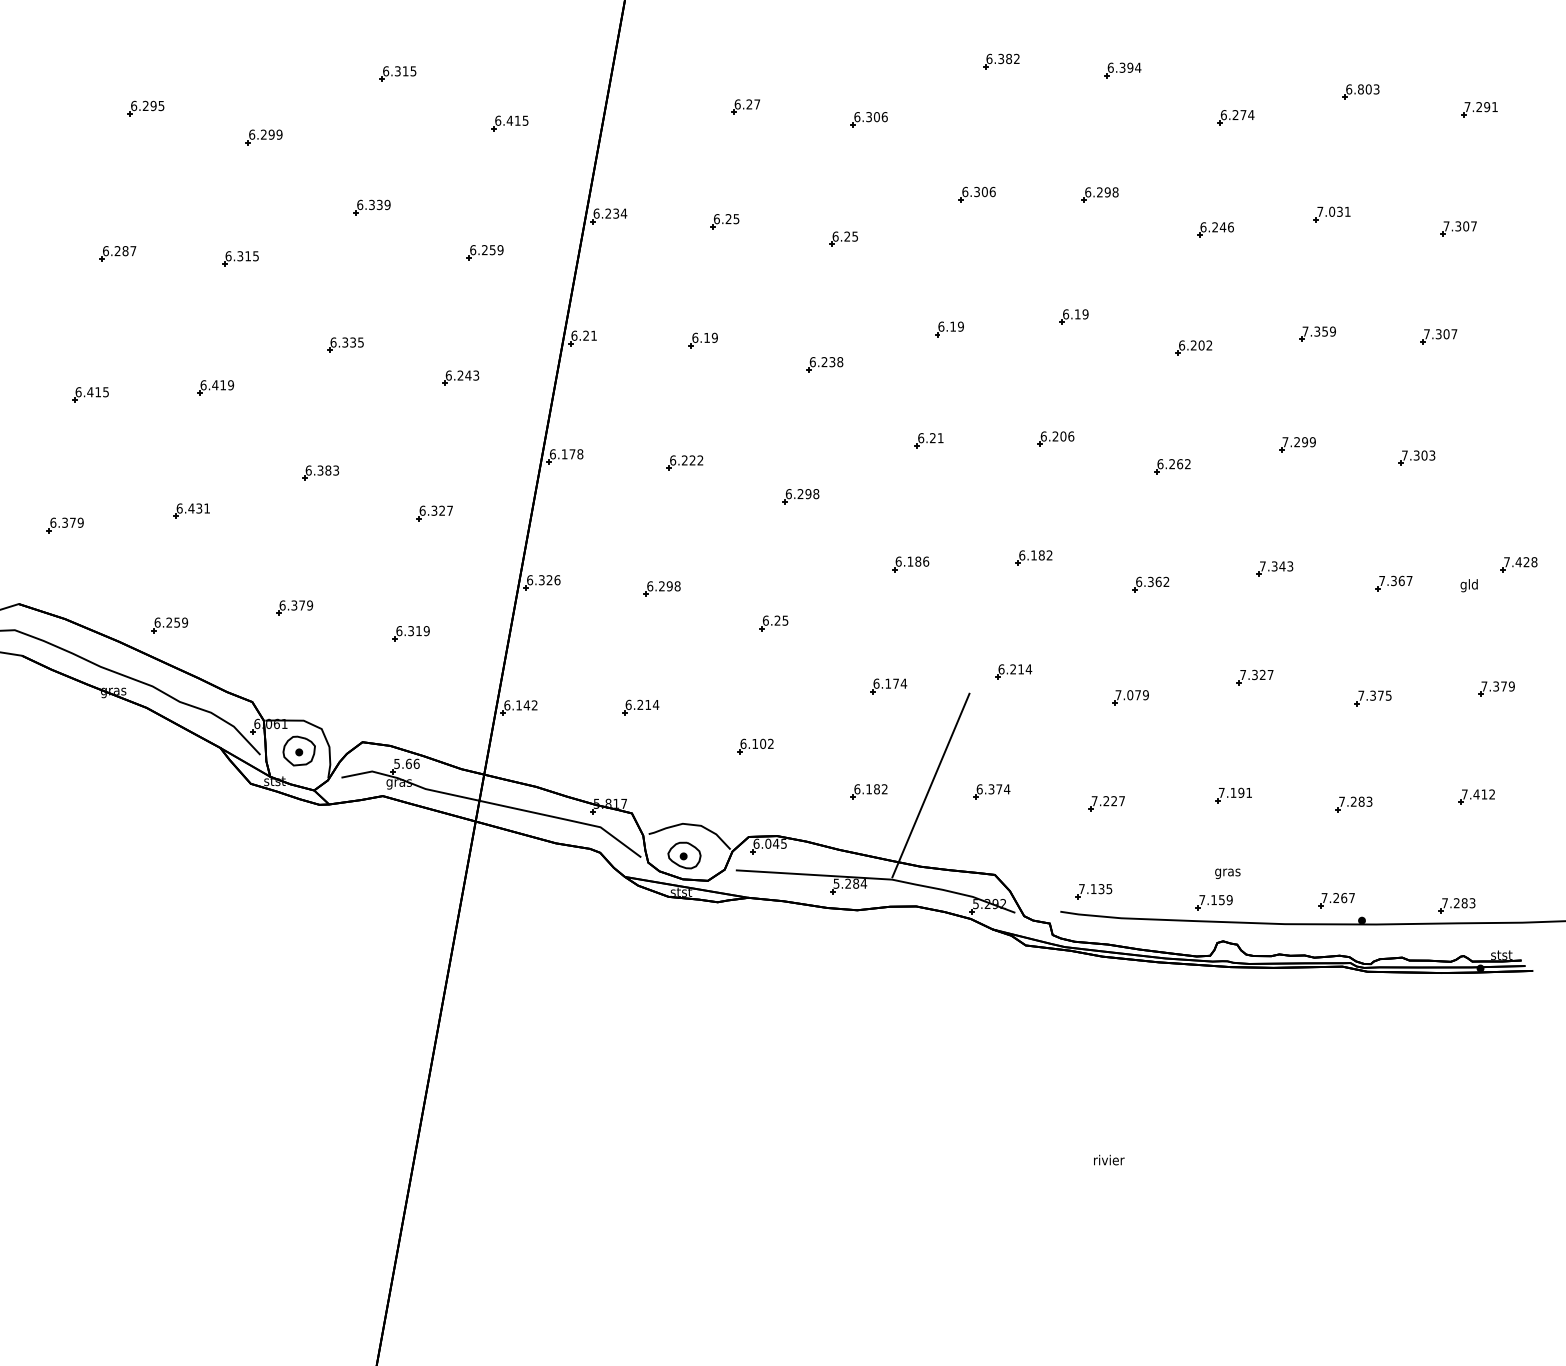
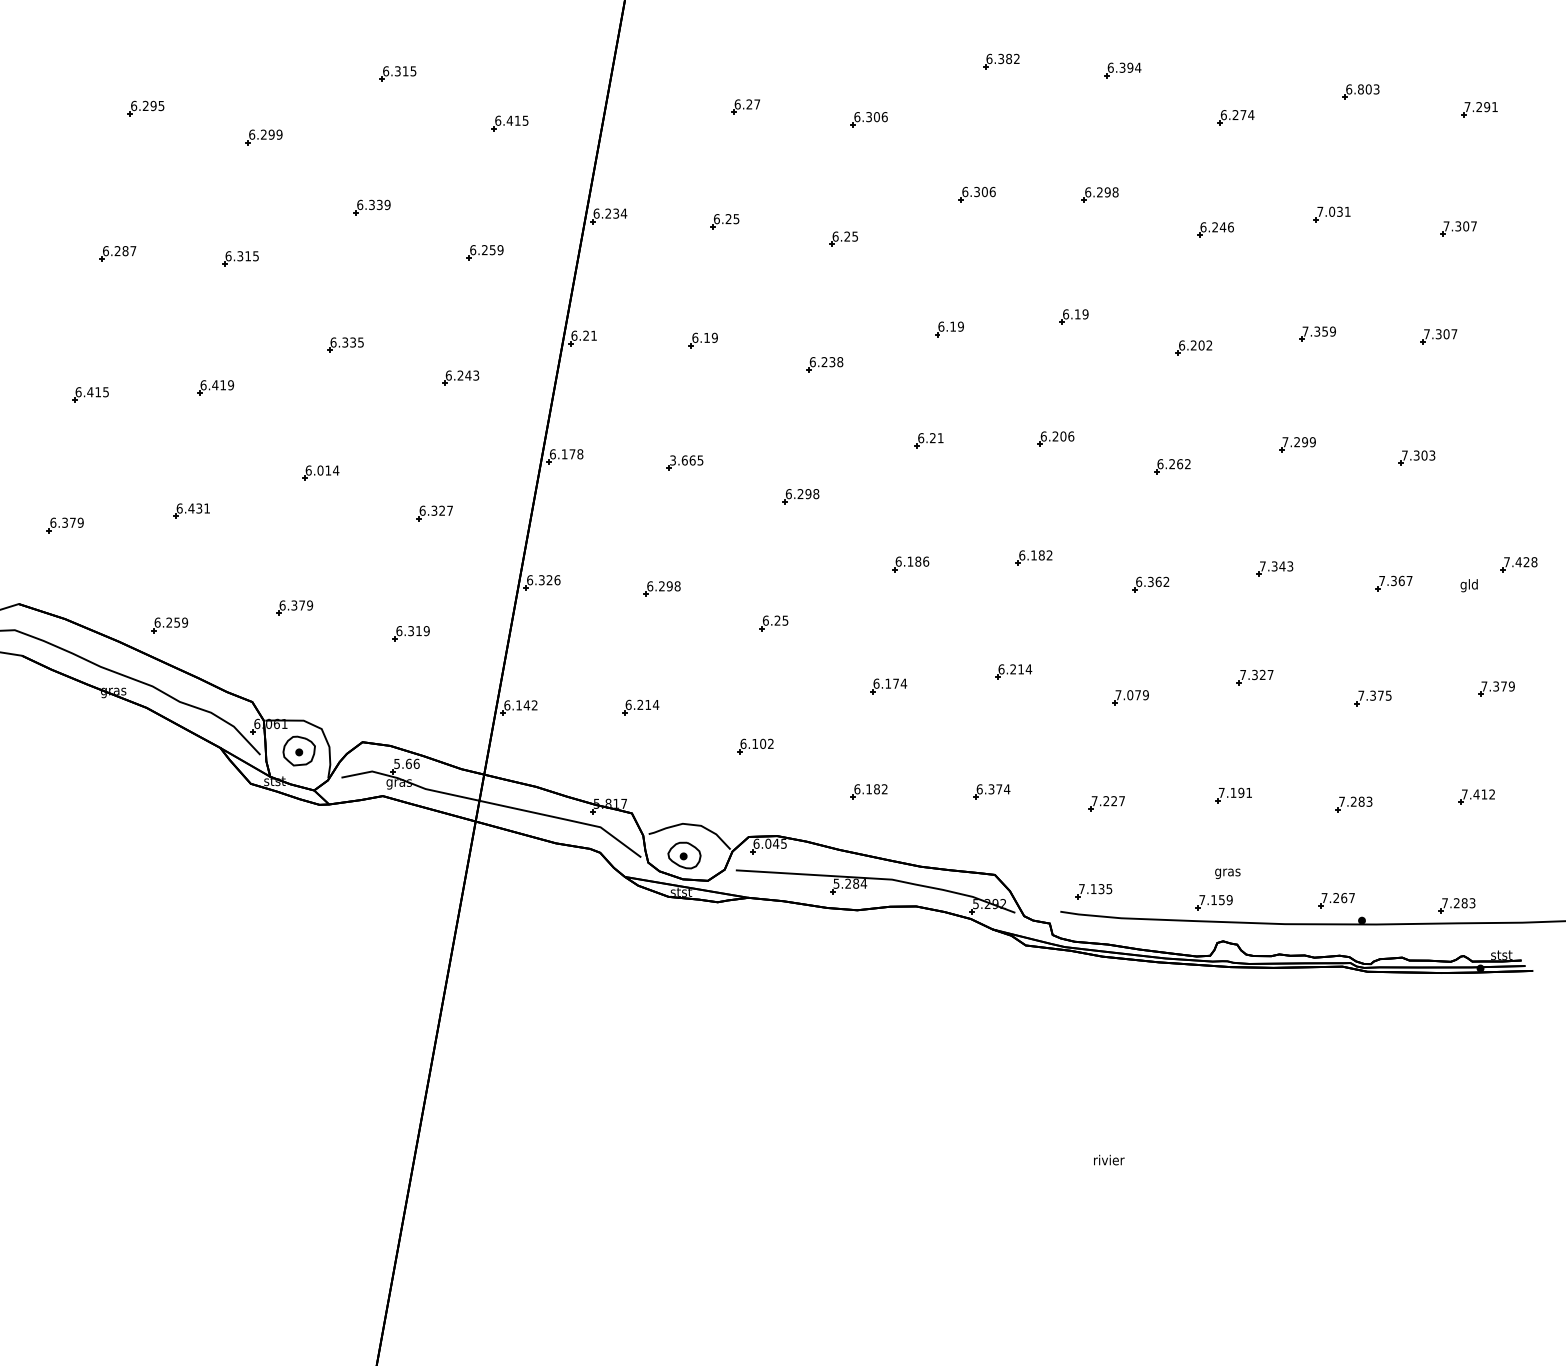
text at (686, 460): 6.222 -> 3.665
text at (328, 470): 6.383 -> 6.014
line at (930, 785): present -> none
